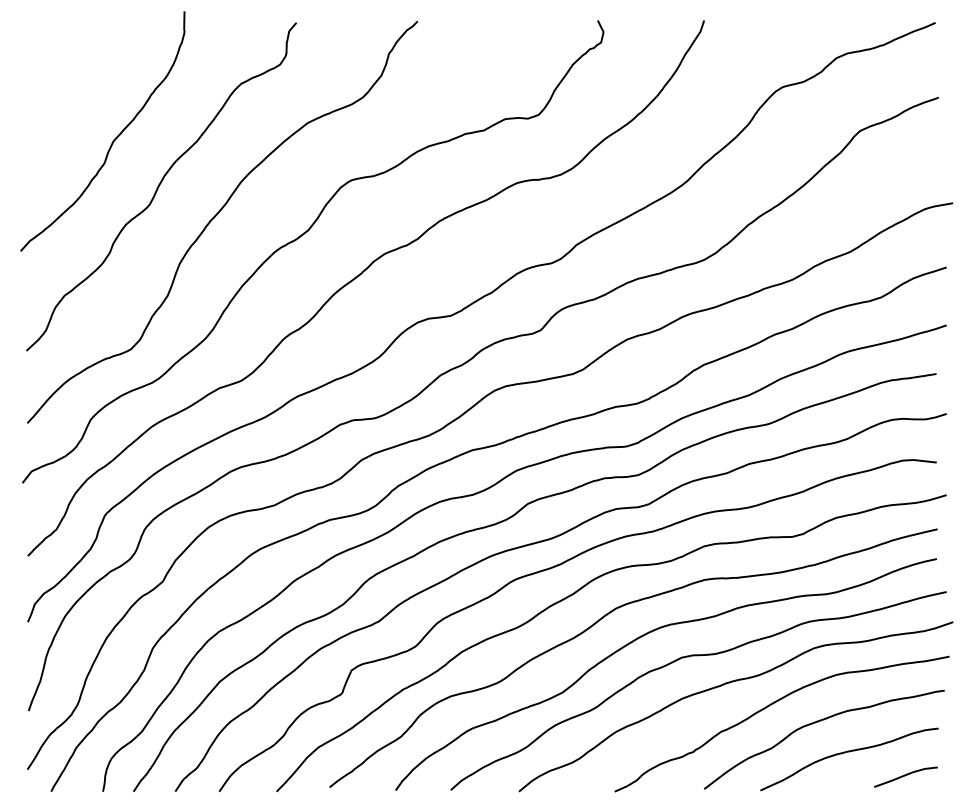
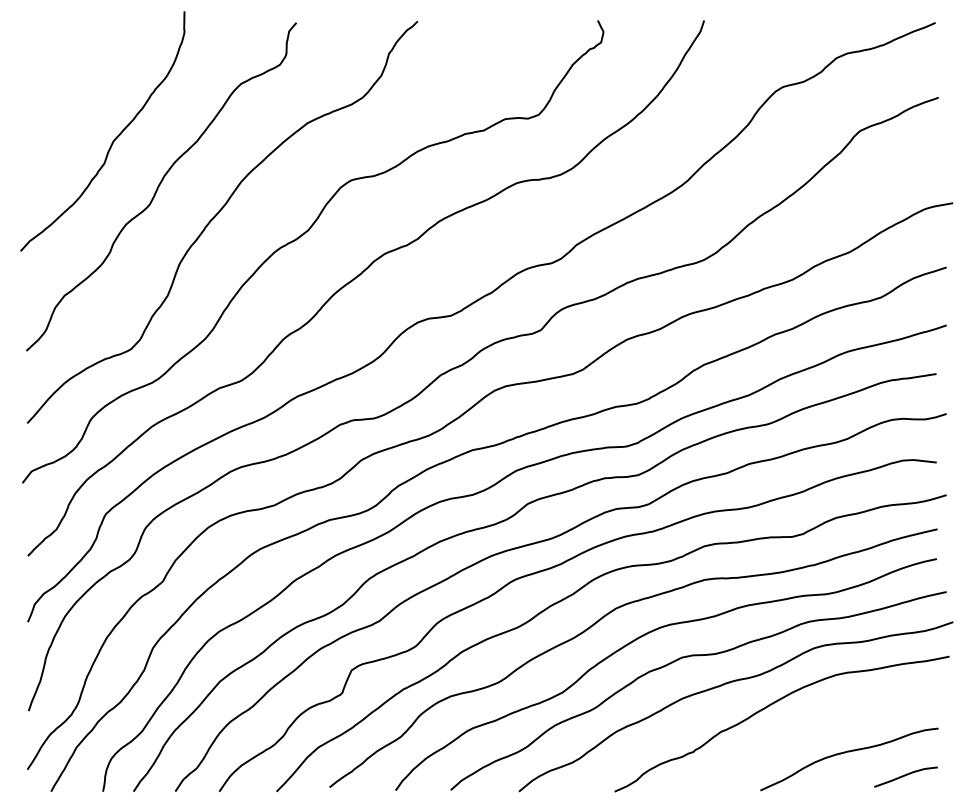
curve at (818, 722): present -> none
